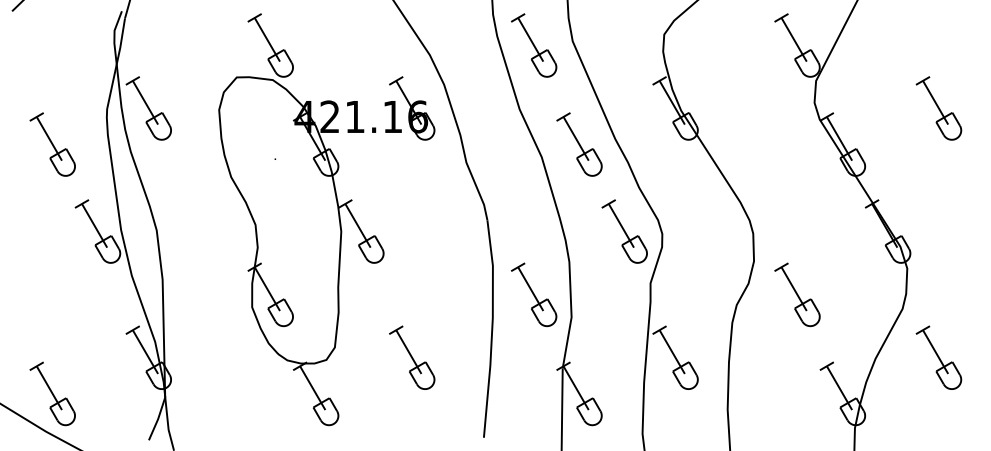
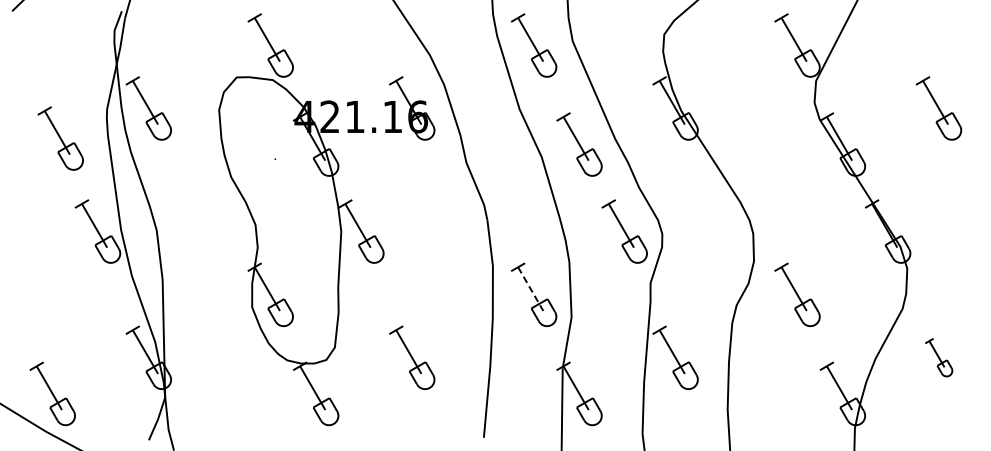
part at (52, 144) position: (52, 144) -> (60, 138)
line at (531, 289): solid -> dashed
part at (938, 357) size: 48x65 px -> 29x40 px
